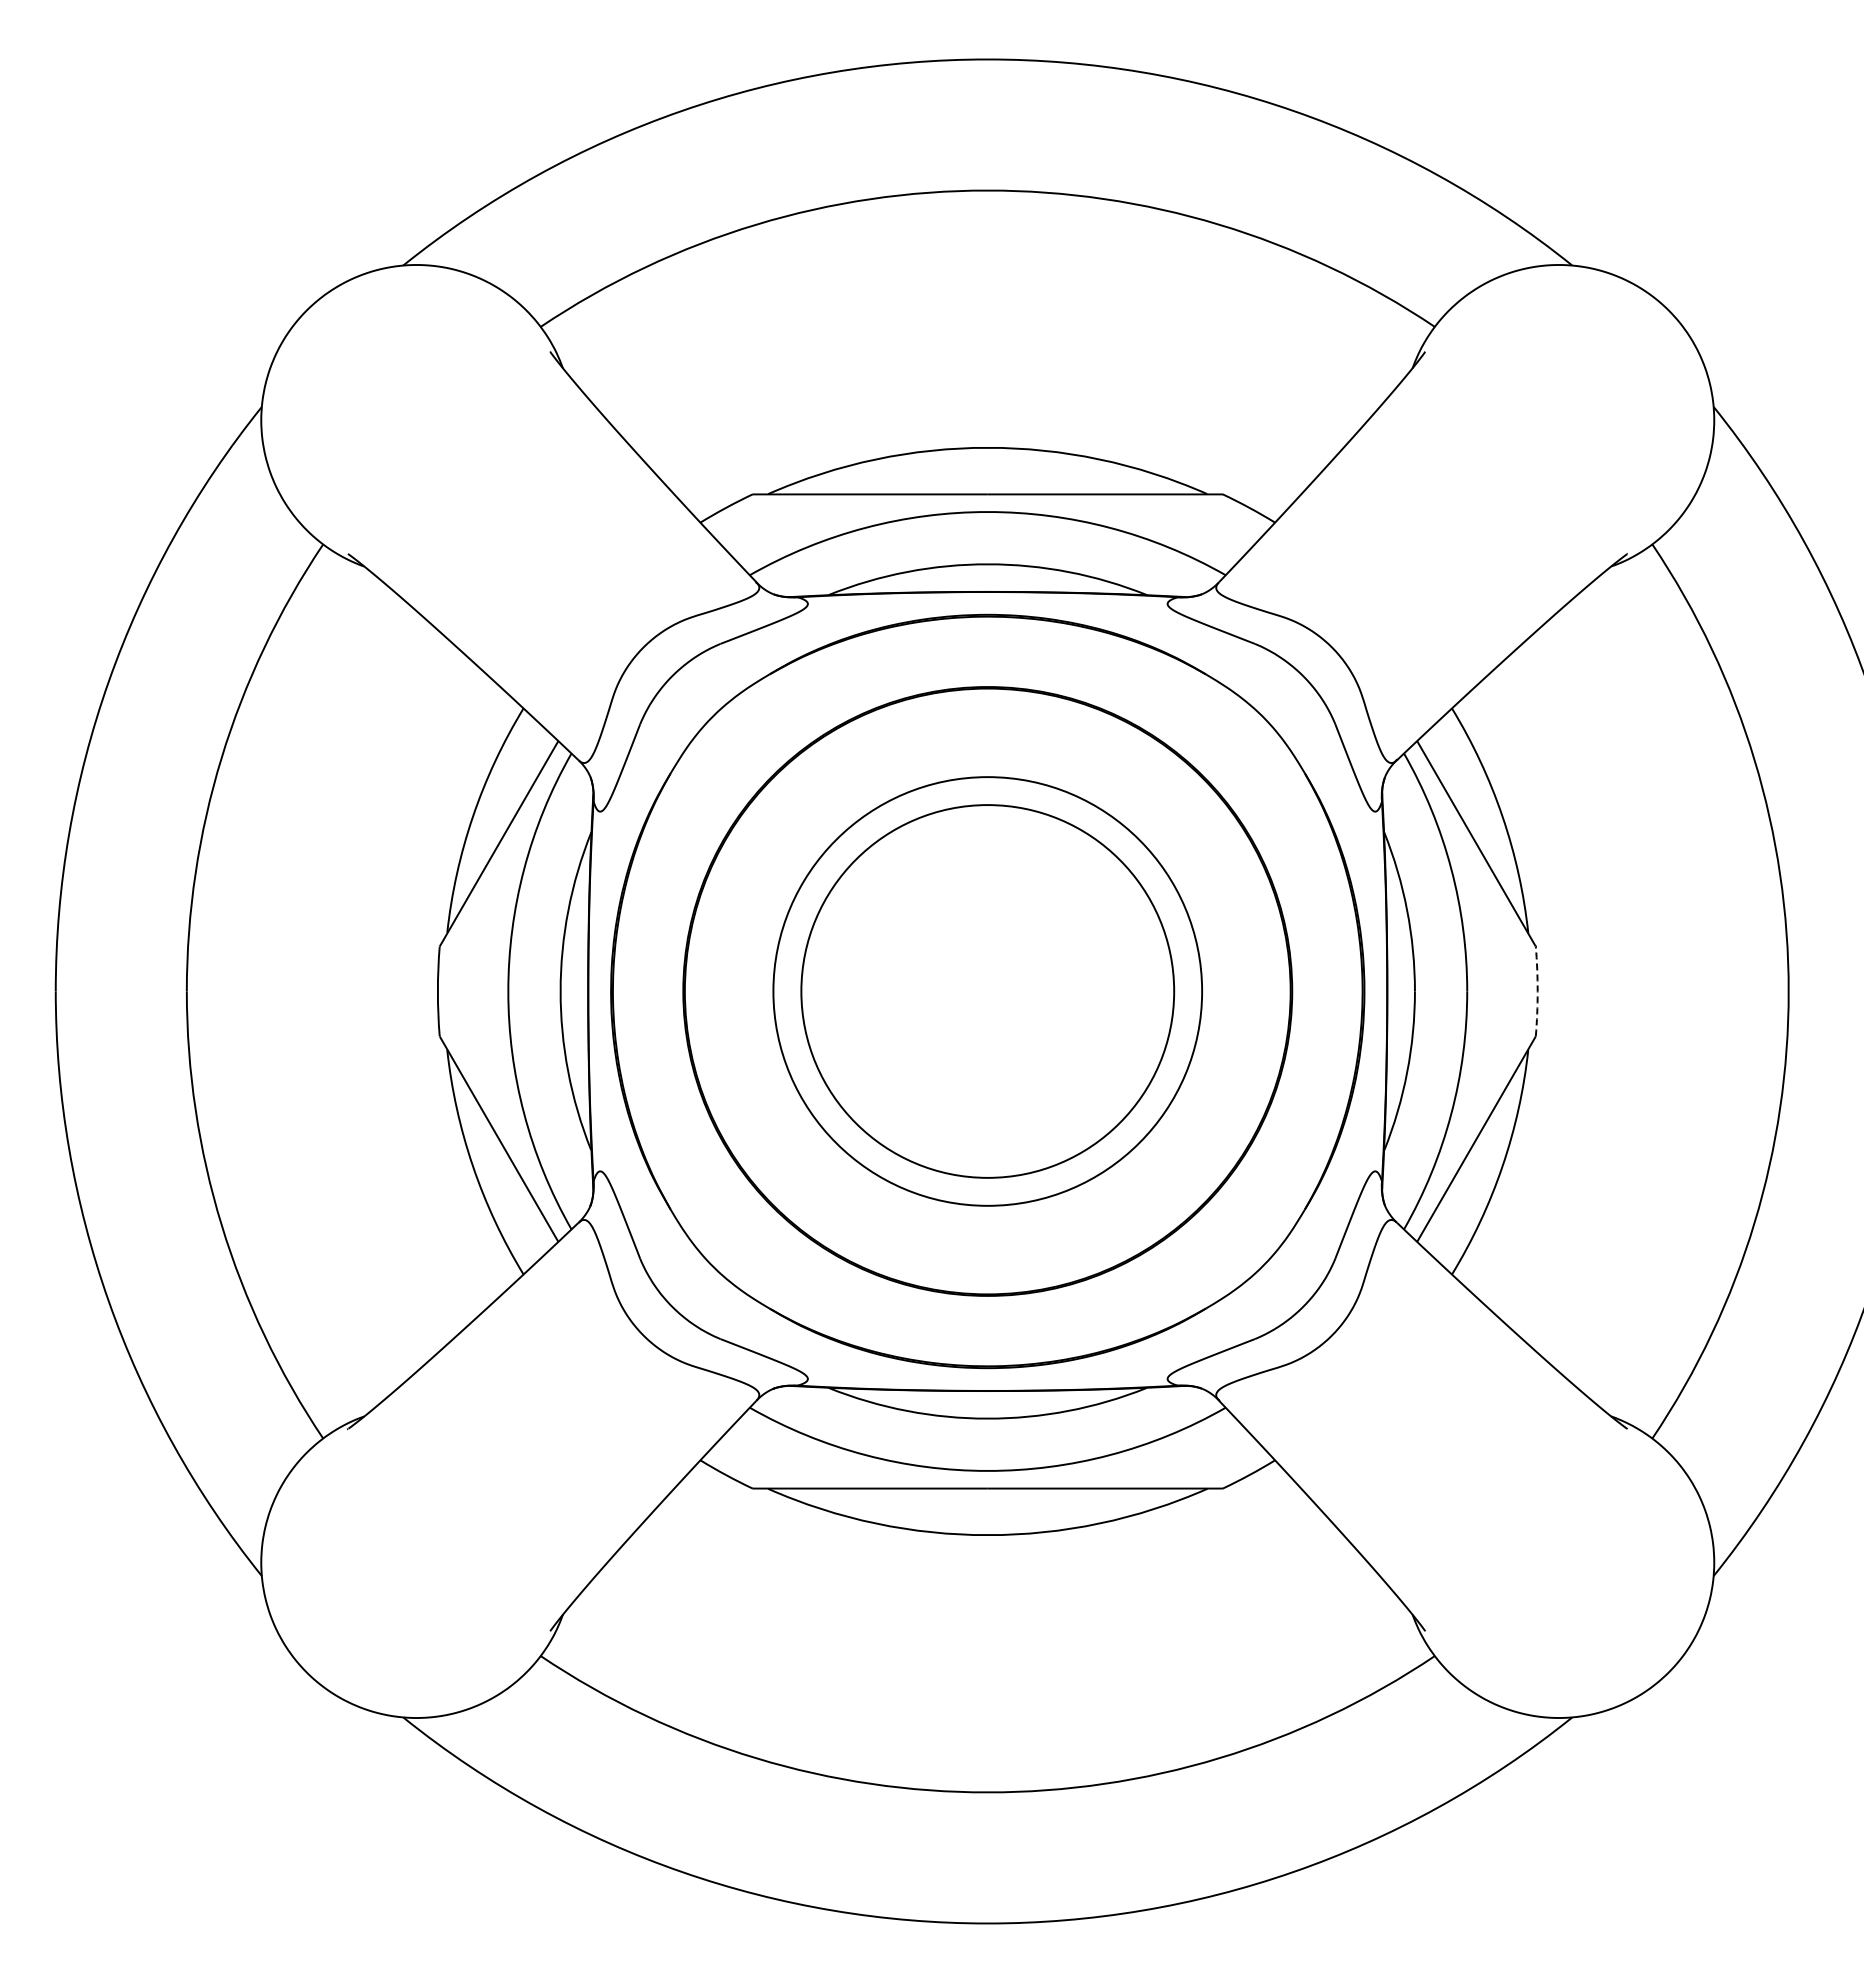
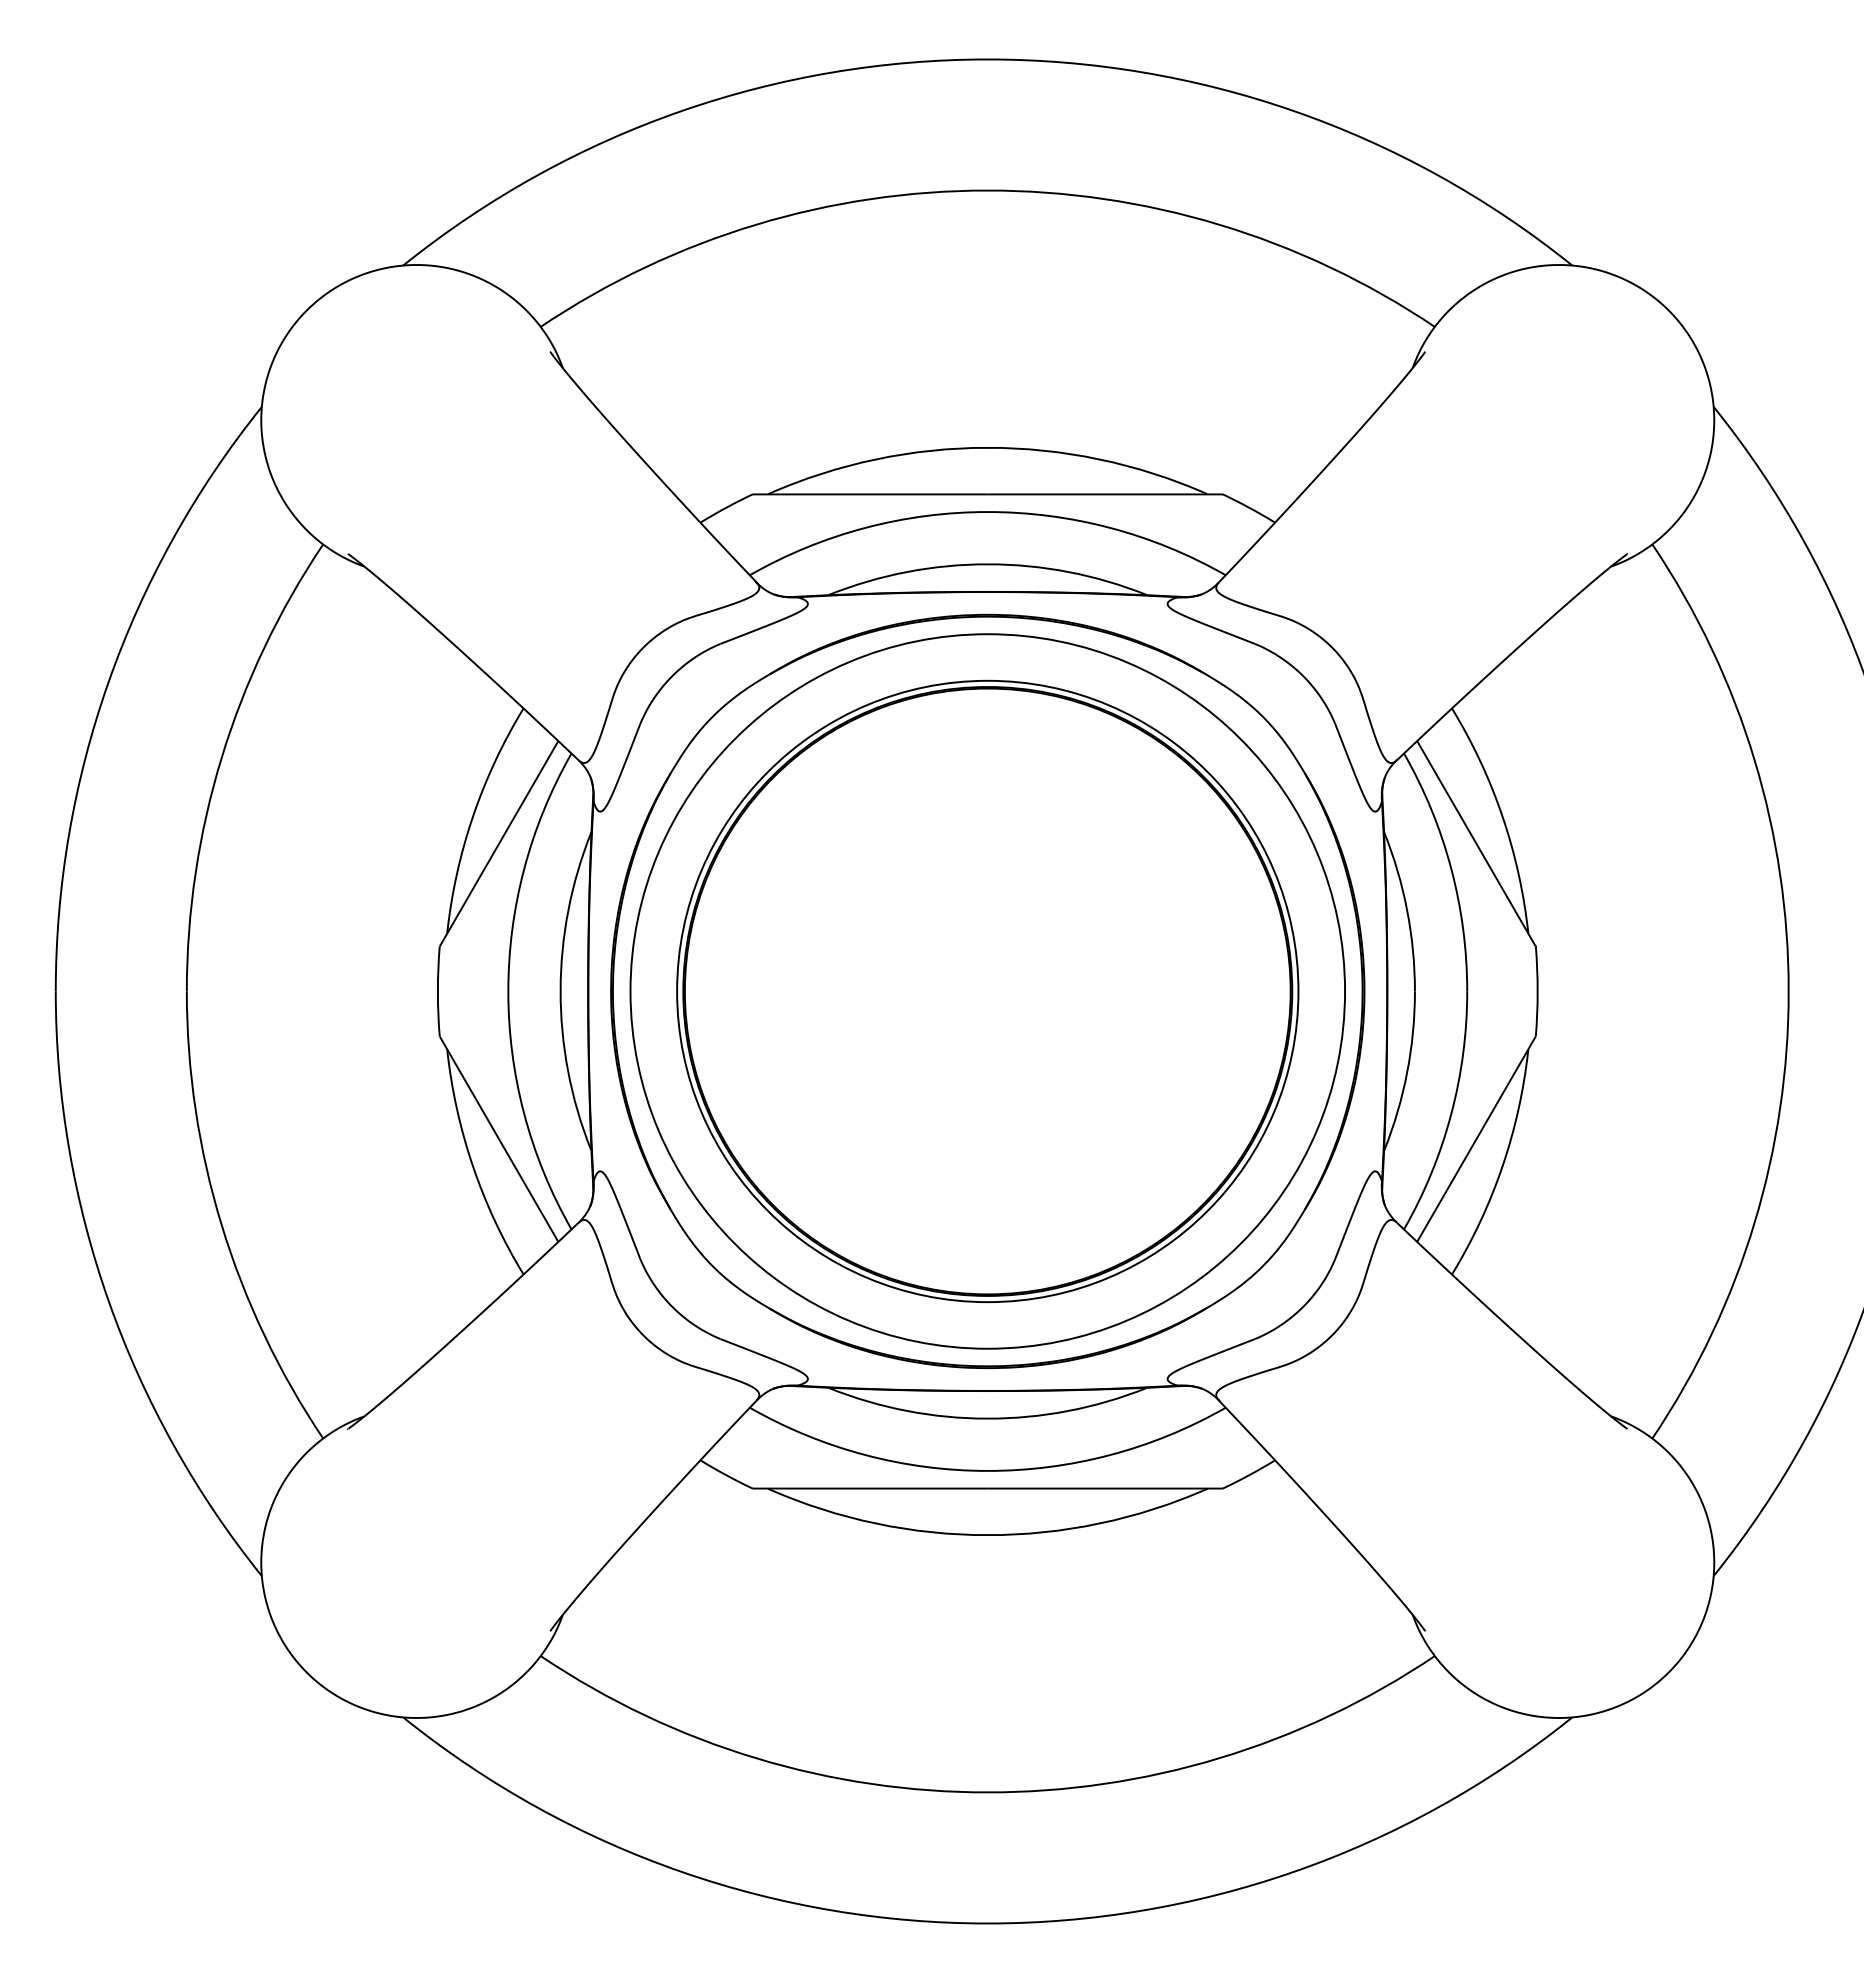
circle at (987, 991) diameter: 373 px -> 621 px
circle at (987, 991) diameter: 429 px -> 715 px
arc at (1537, 991): dashed -> solid
